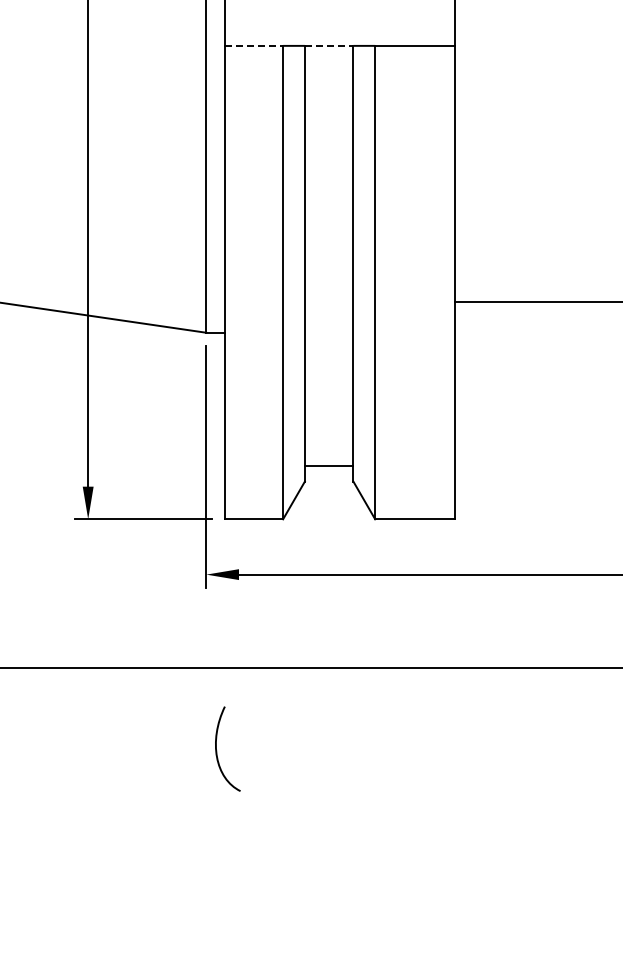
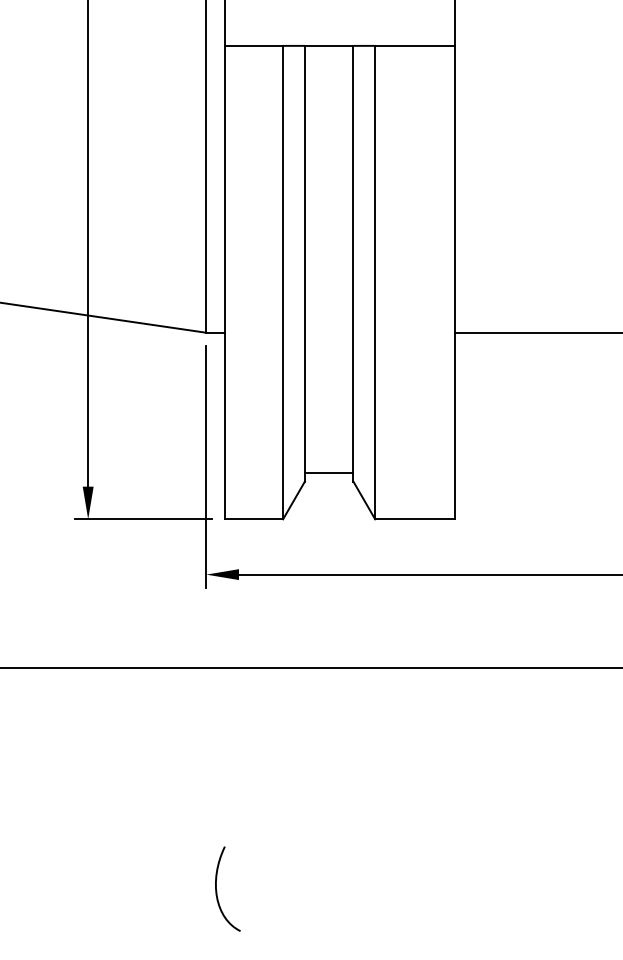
line at (254, 45): dashed -> solid
line at (329, 45): dashed -> solid
line at (537, 301) position: (537, 301) -> (537, 332)
line at (328, 465) position: (328, 465) -> (328, 472)
part at (217, 750) position: (217, 750) -> (217, 890)
